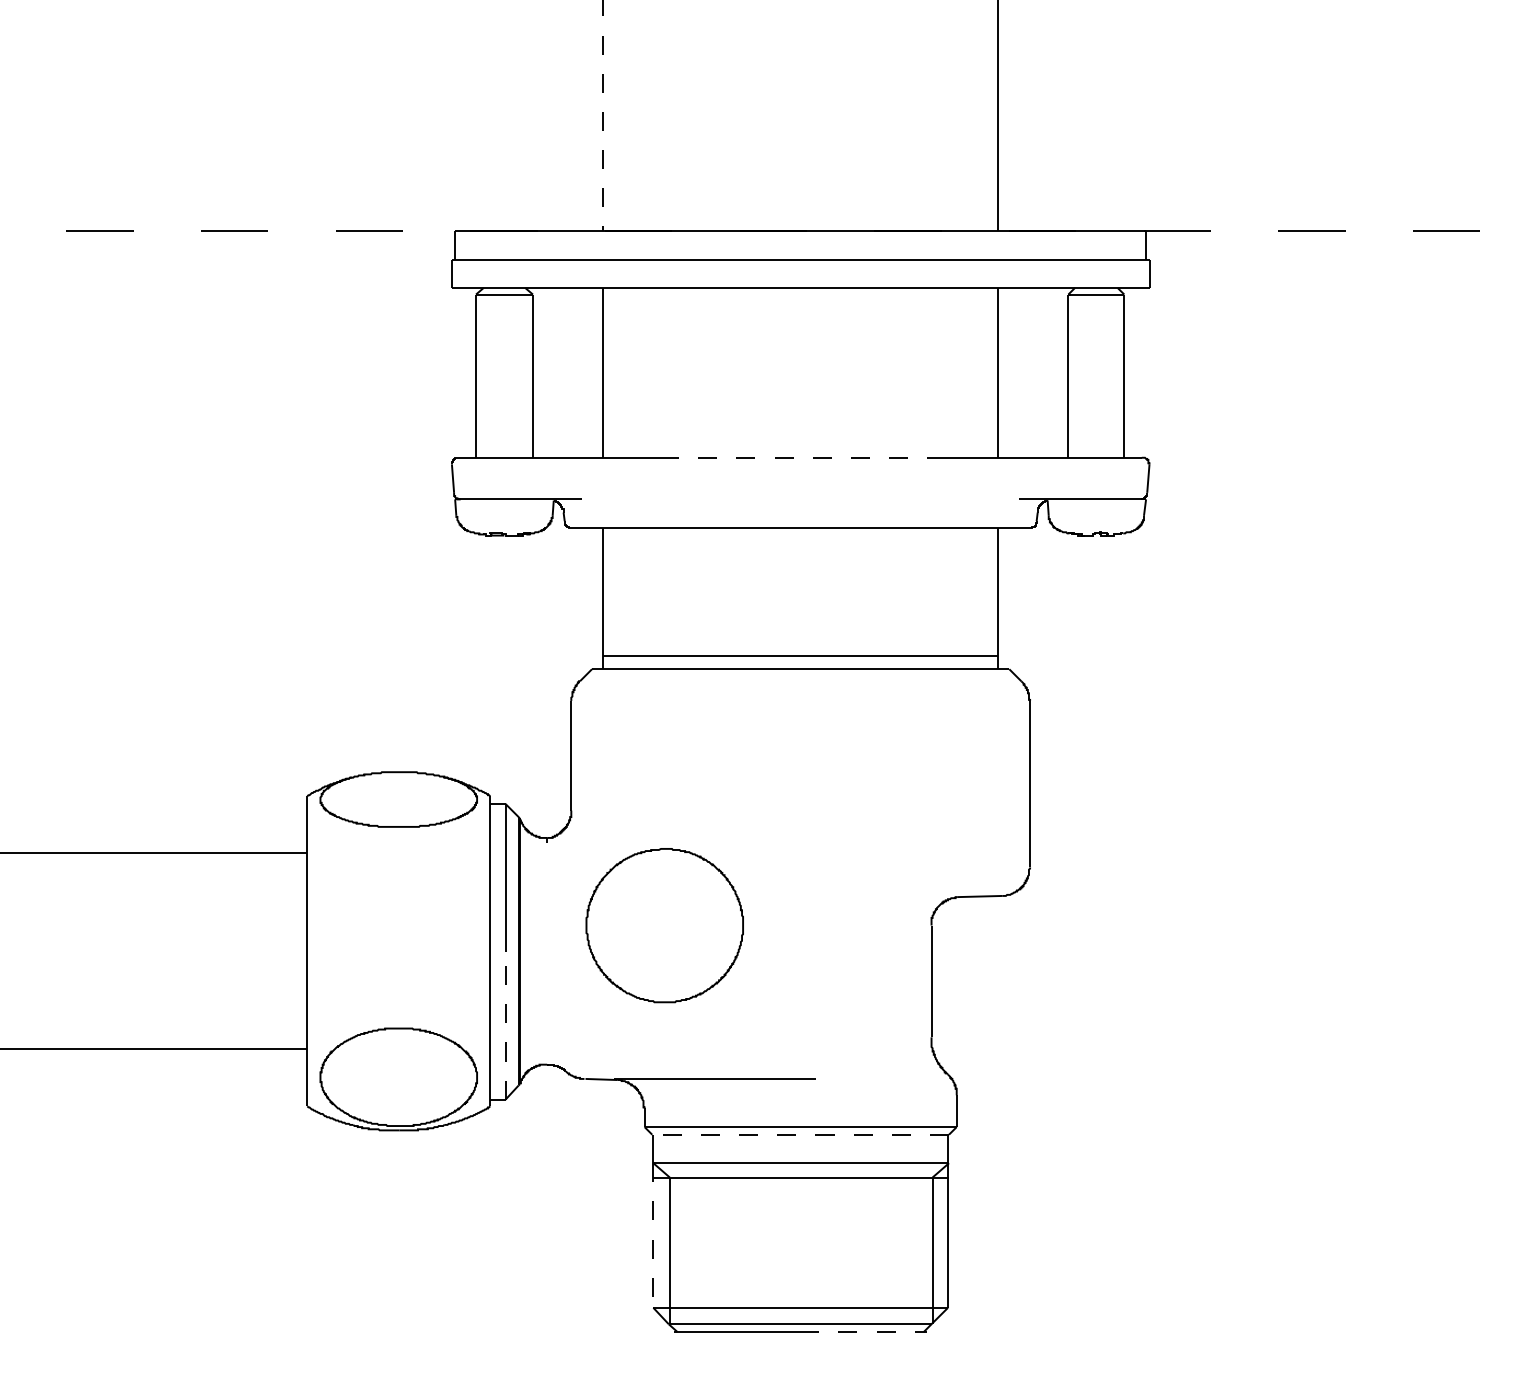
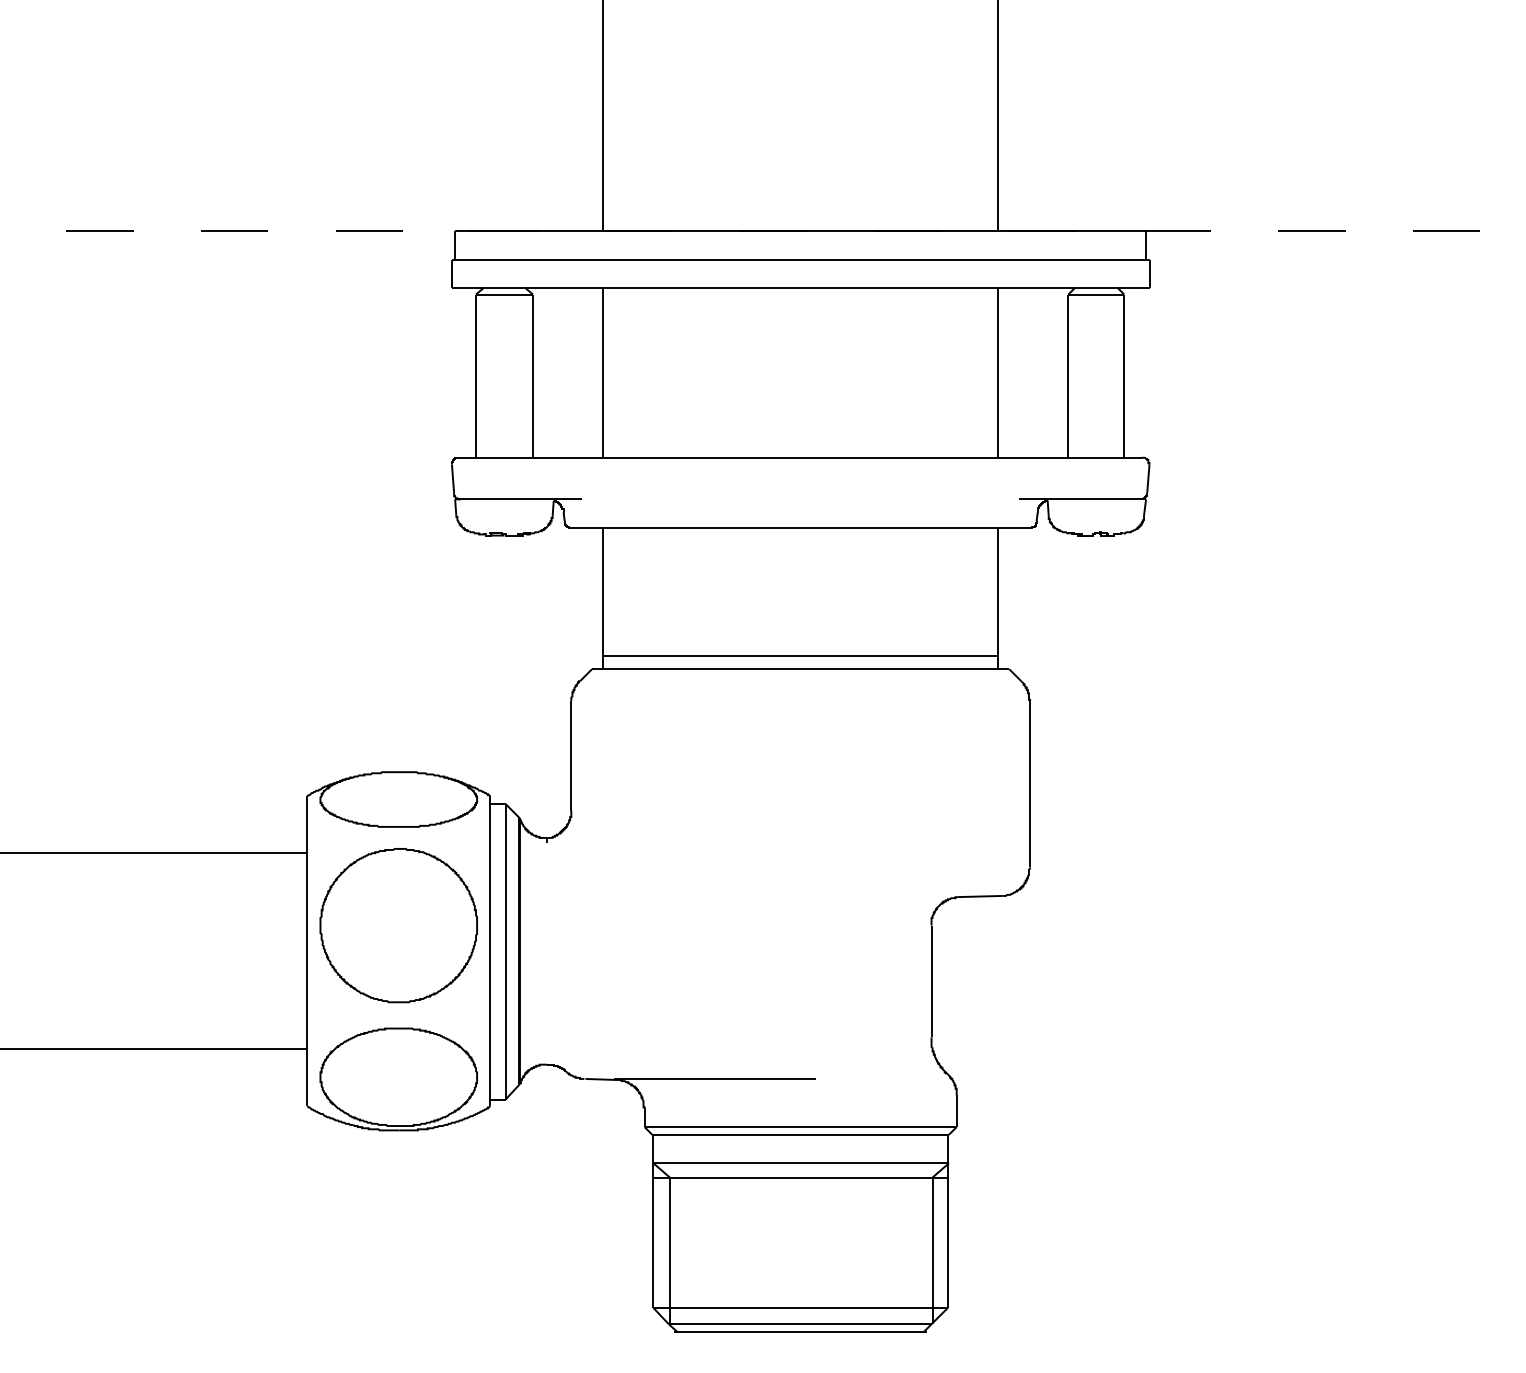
line at (603, 116): dashed -> solid
line at (800, 457): dashed -> solid
part at (664, 925) position: (664, 925) -> (398, 925)
line at (505, 1025): dashed -> solid
line at (800, 1134): dashed -> solid
line at (653, 1236): dashed -> solid
line at (864, 1331): dashed -> solid
